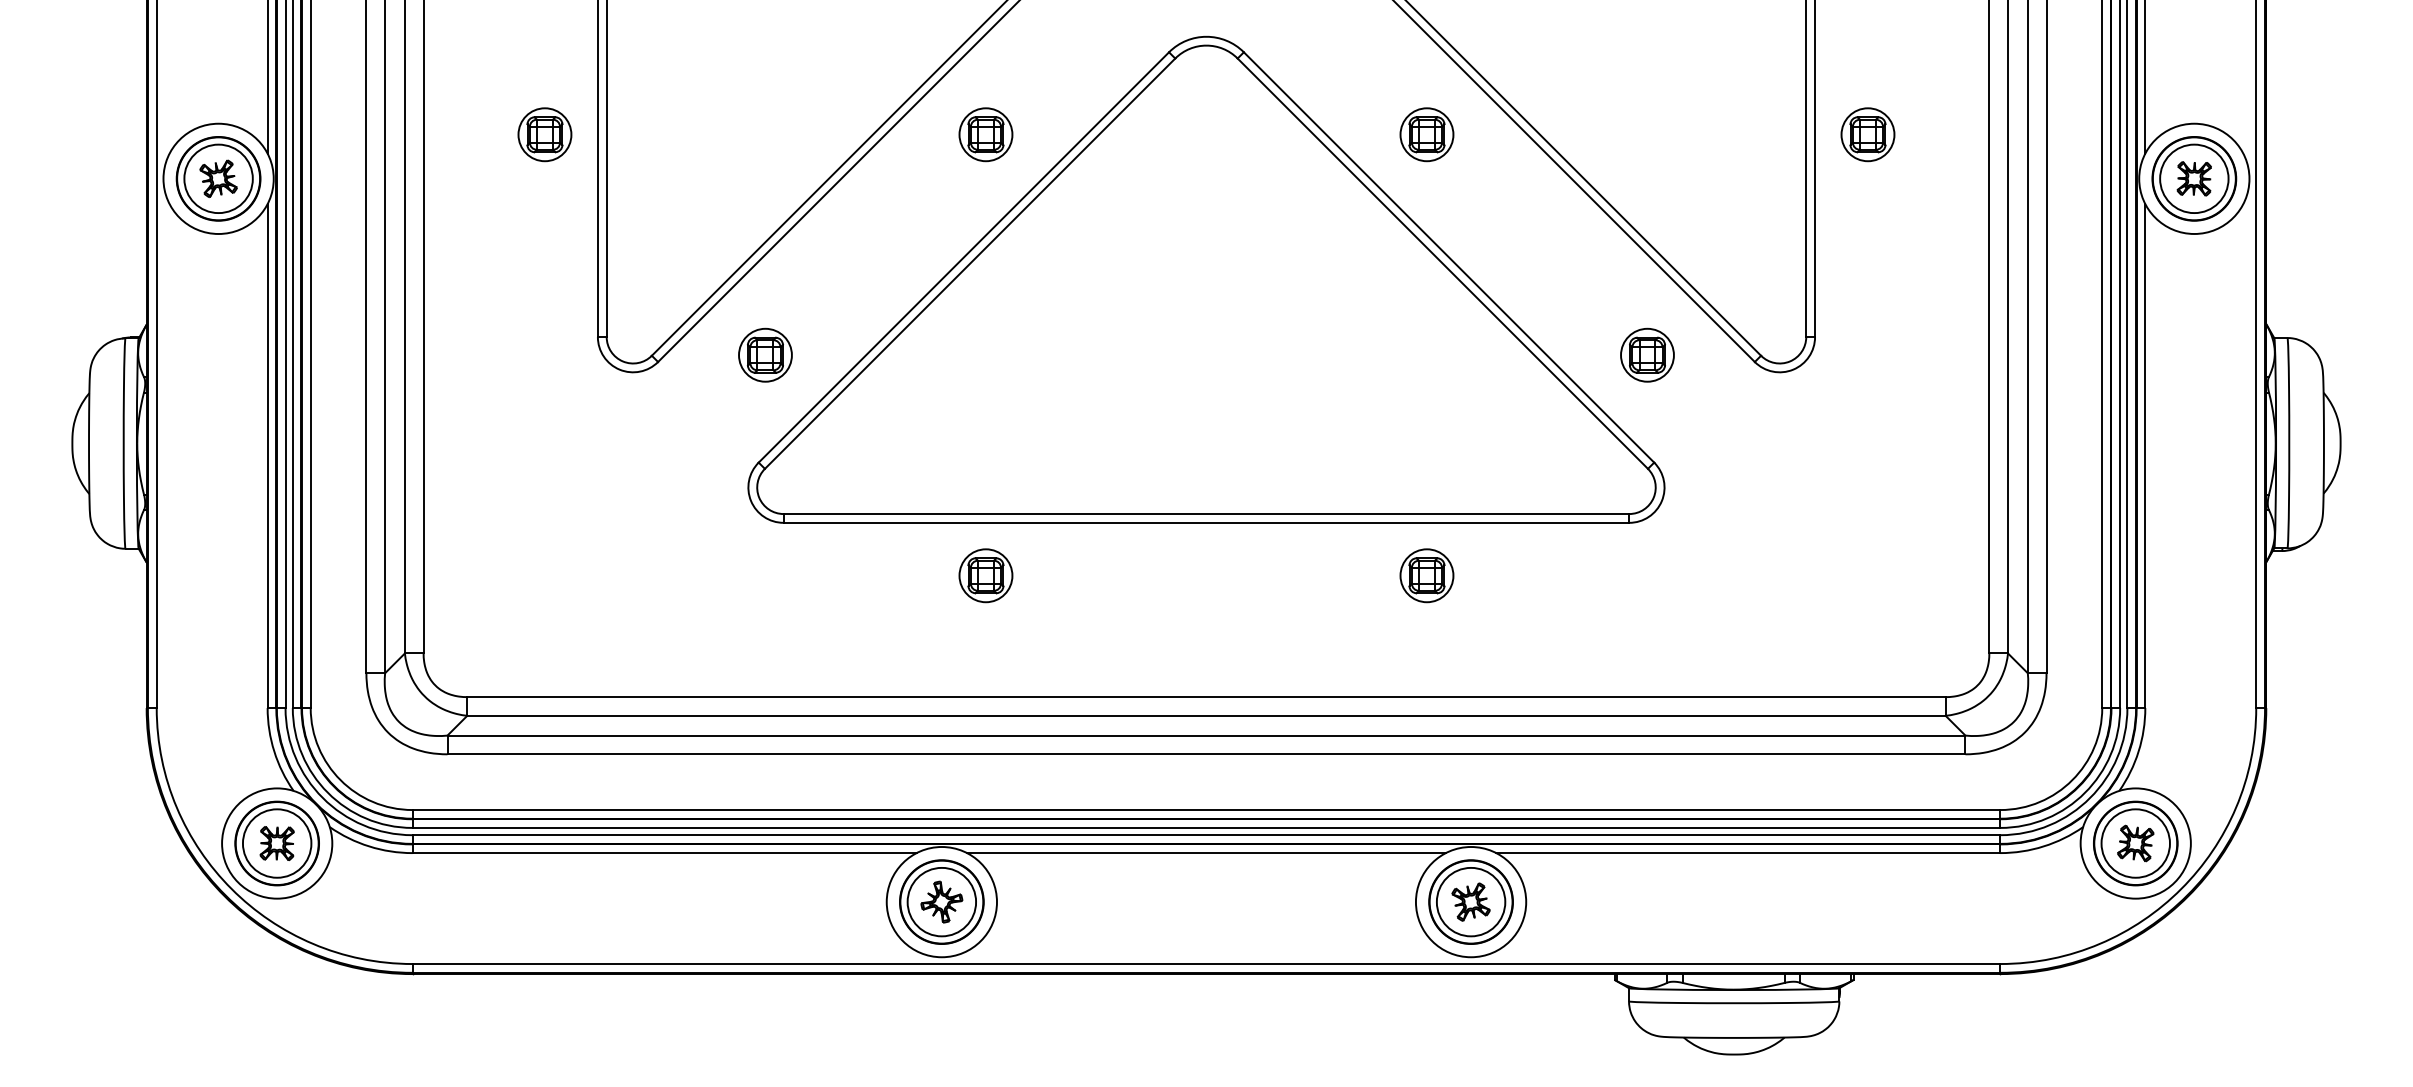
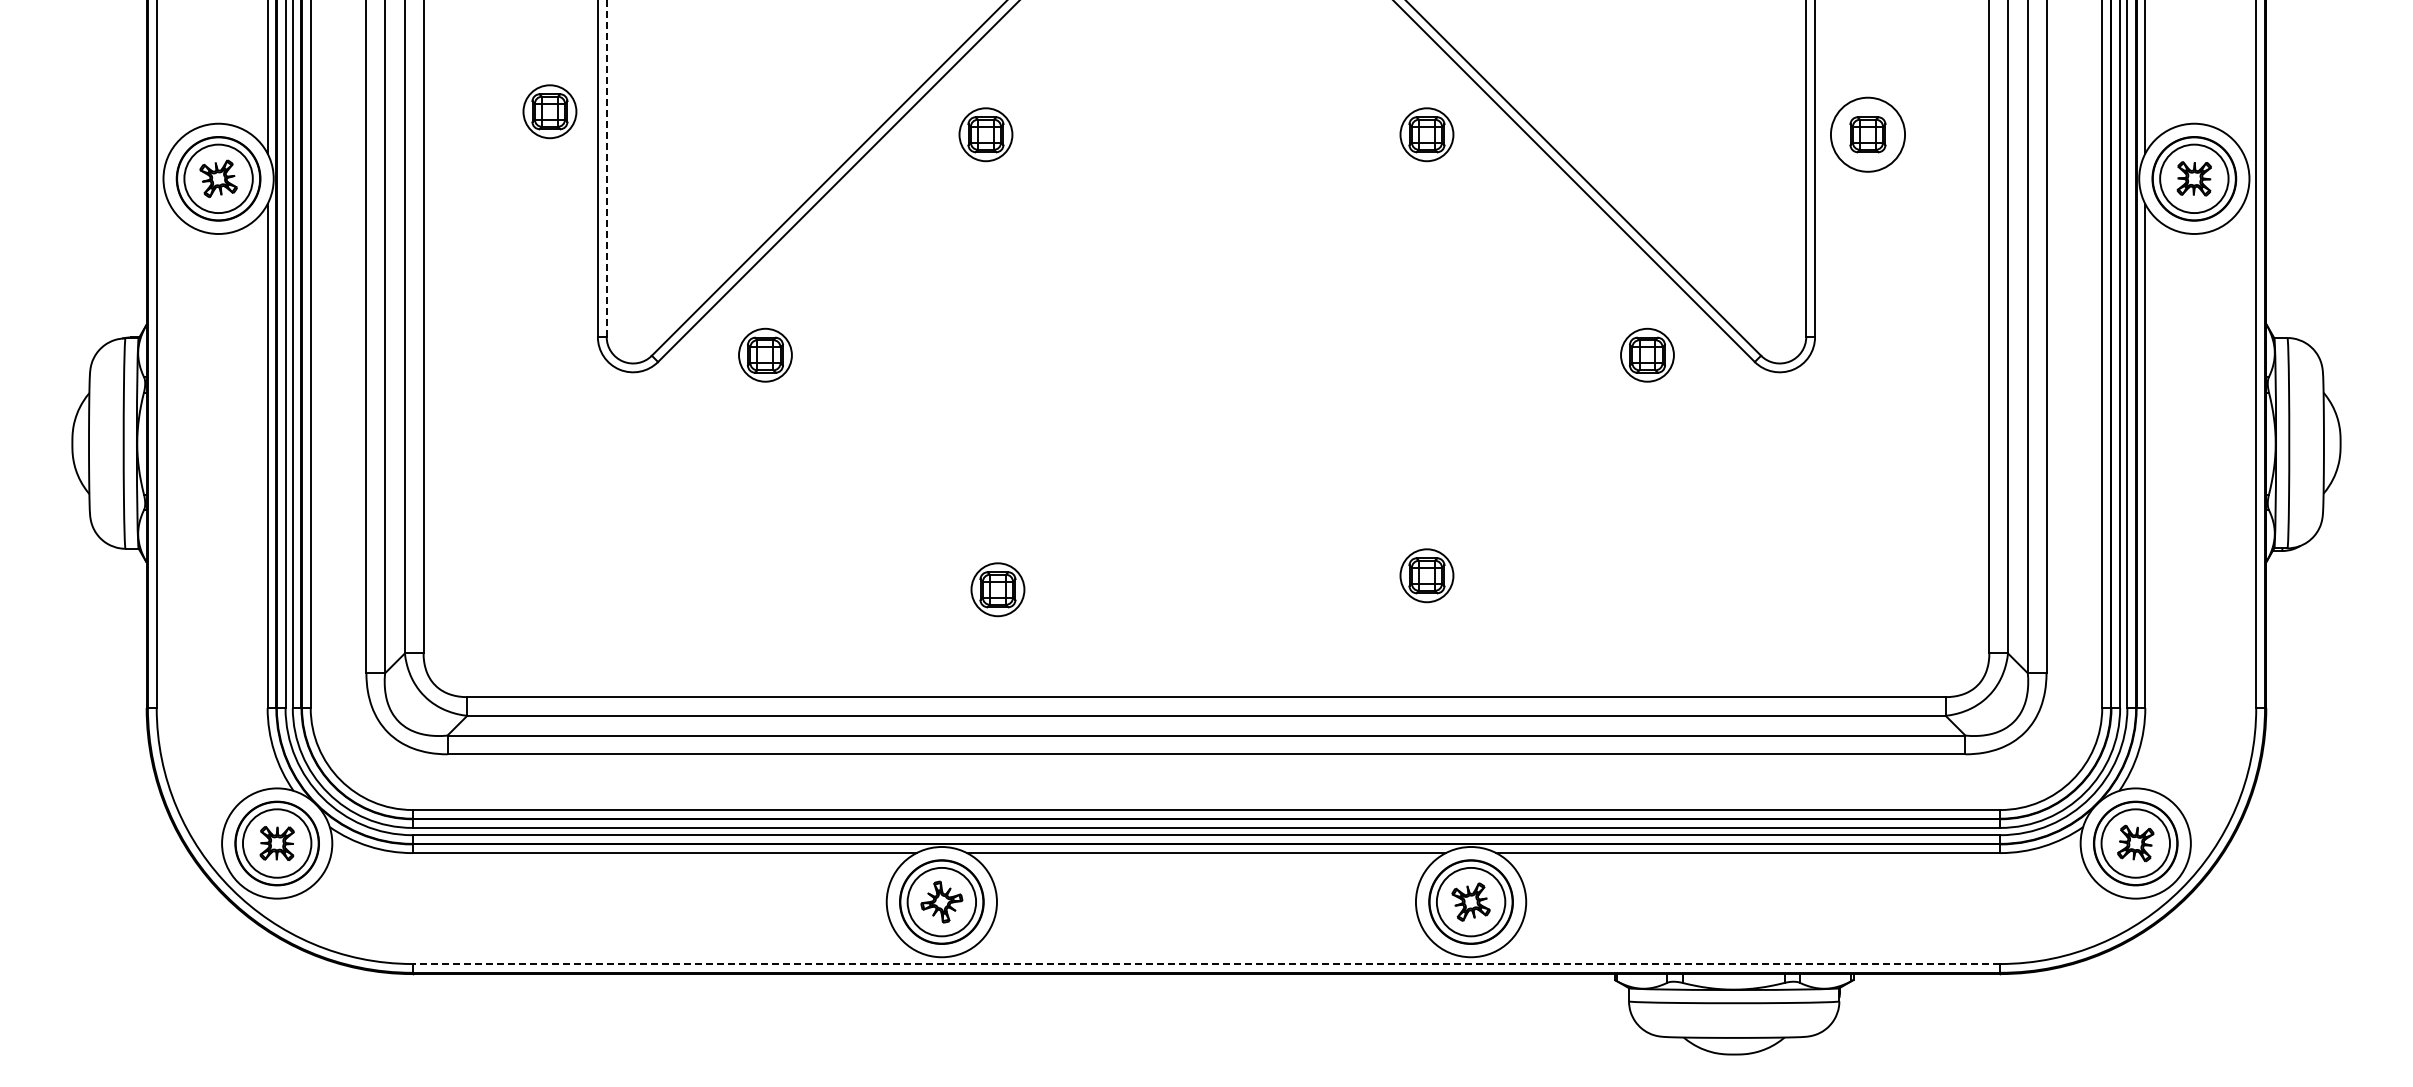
part at (544, 134) position: (544, 134) -> (549, 111)
circle at (1867, 134) diameter: 53 px -> 74 px
line at (606, 168): solid -> dashed
part at (1206, 279): present -> none
part at (985, 575) position: (985, 575) -> (997, 589)
line at (1206, 964): solid -> dashed
